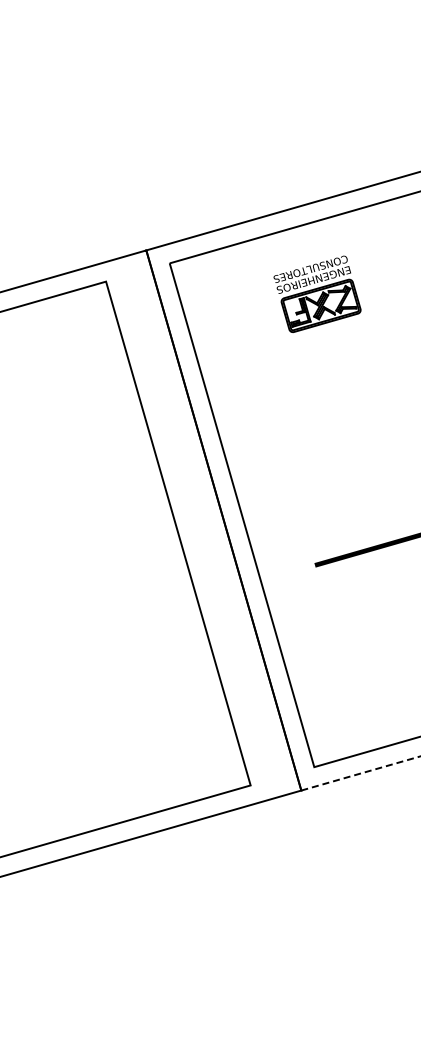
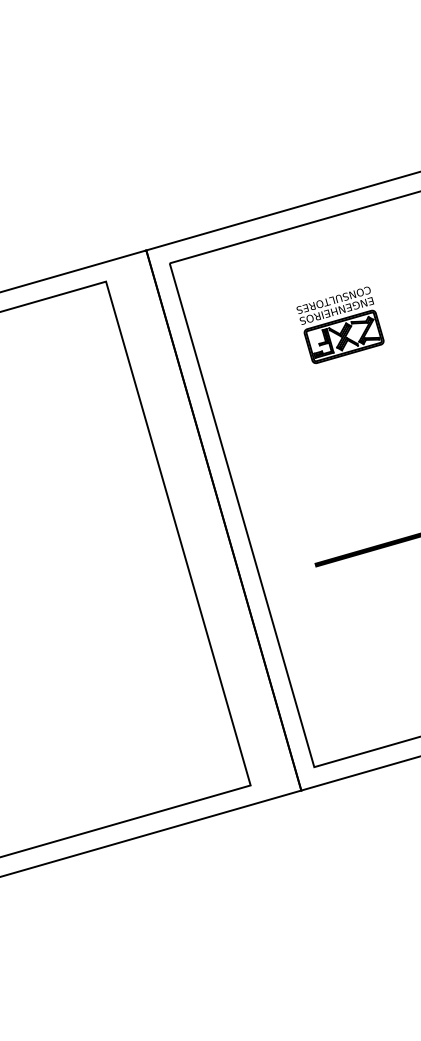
part at (317, 293) position: (317, 293) -> (340, 324)
line at (360, 773): dashed -> solid
